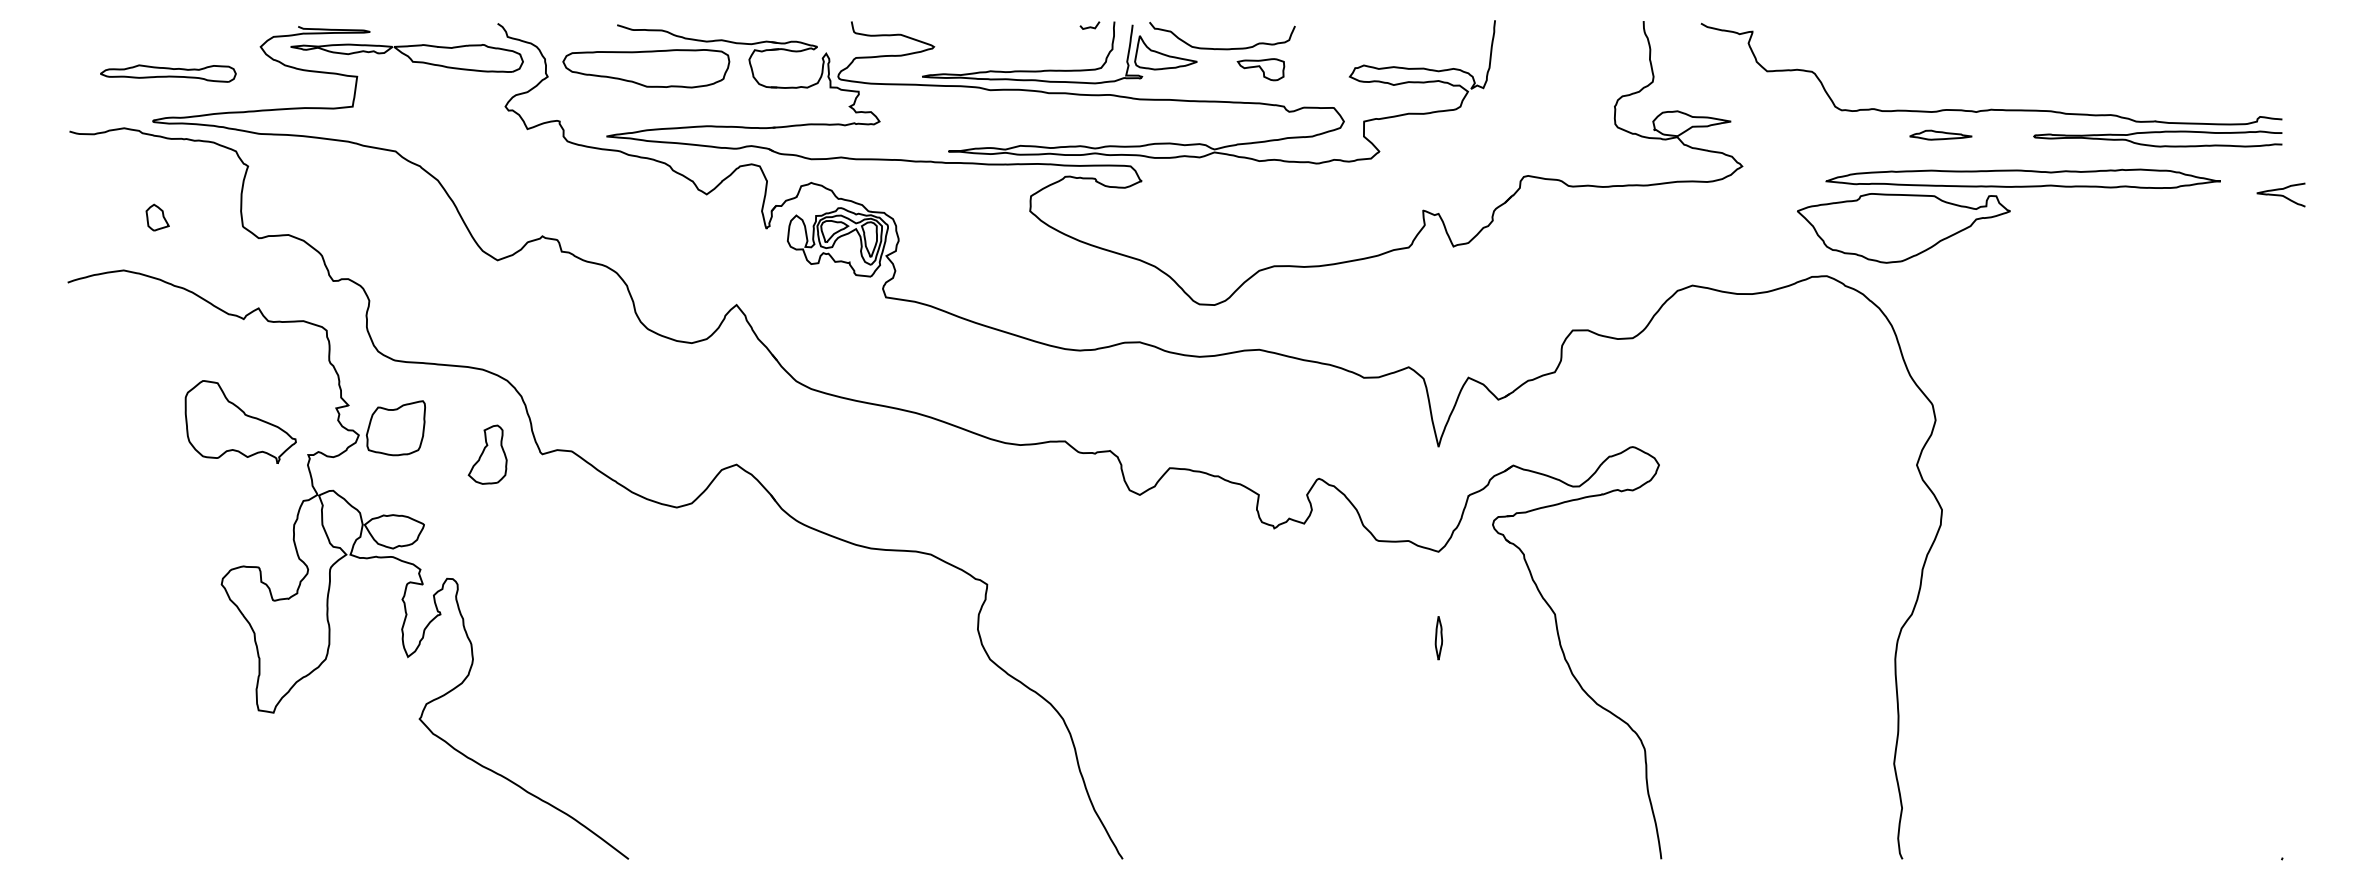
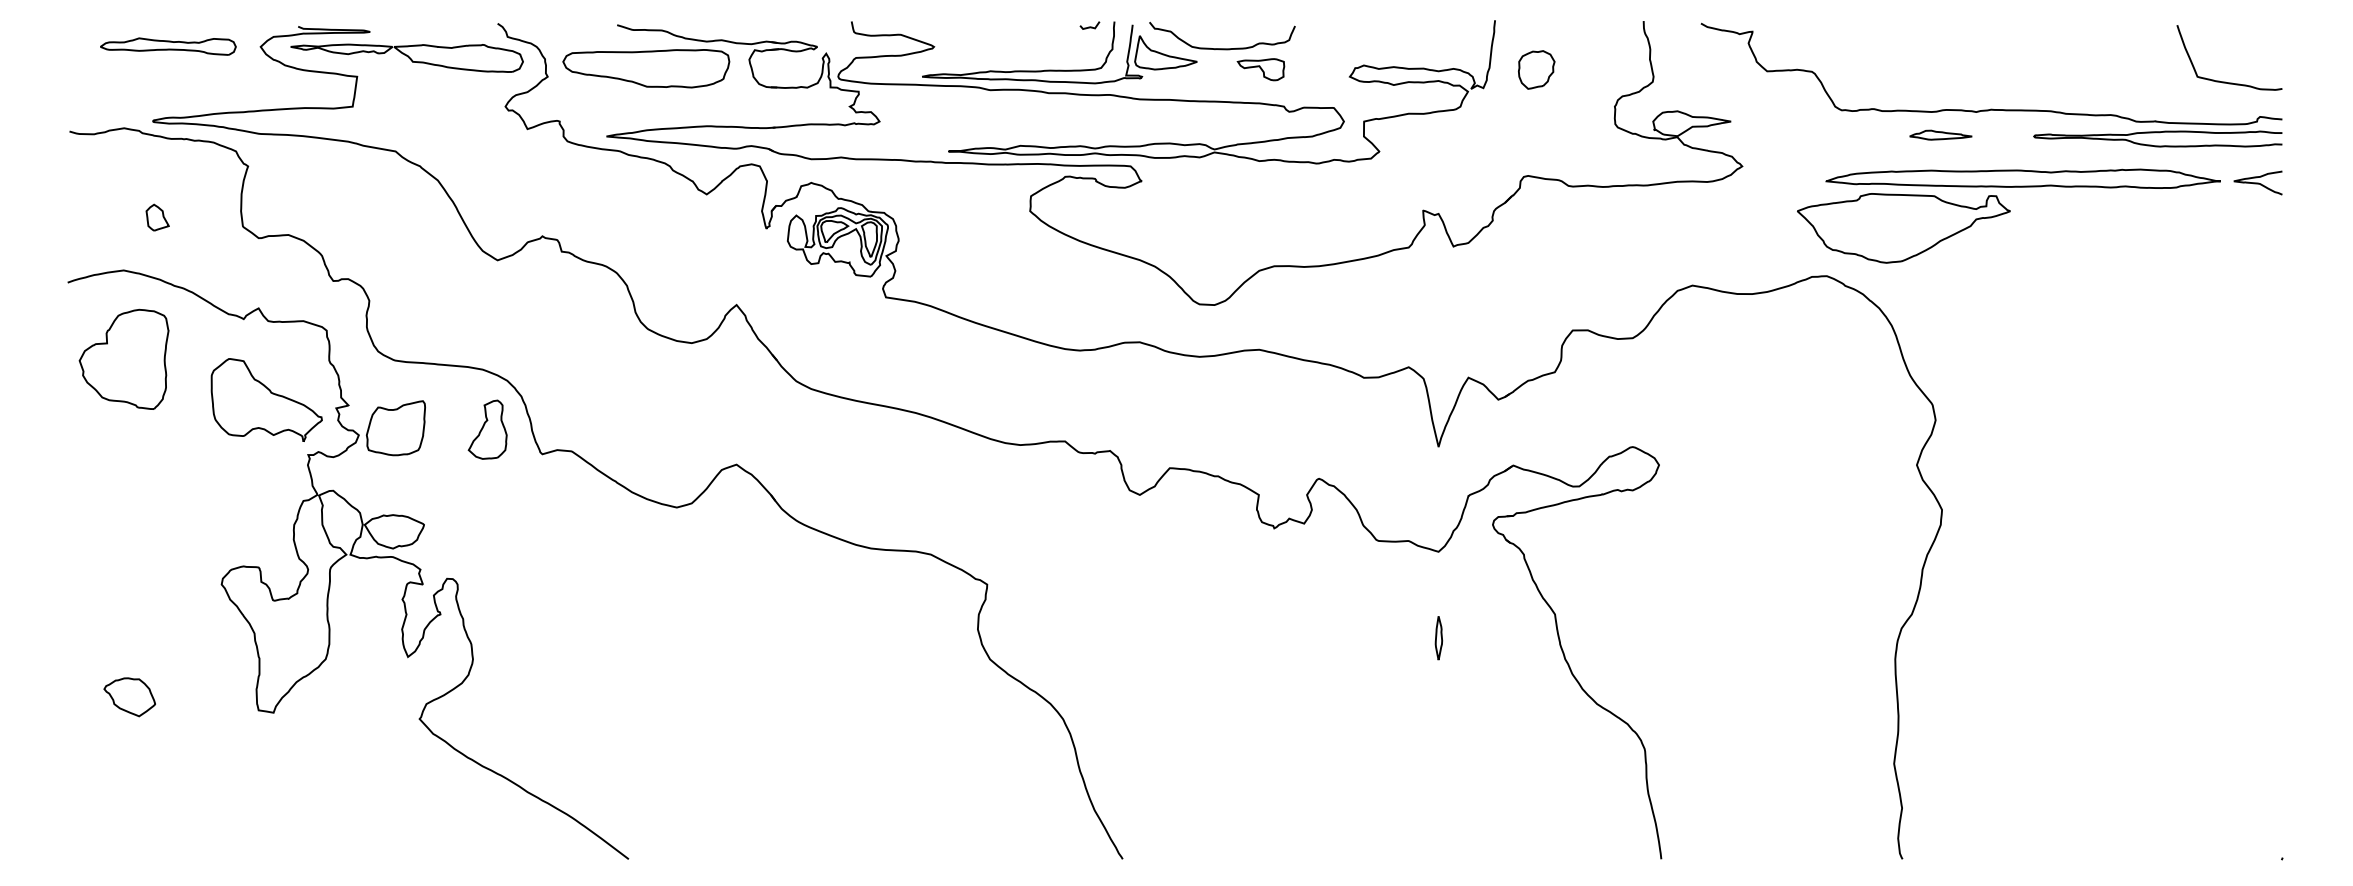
part at (1536, 69): none -> present
part at (168, 73) position: (168, 73) -> (168, 46)
curve at (2225, 81): none -> present
curve at (2280, 194) position: (2280, 194) -> (2257, 182)
part at (123, 358): none -> present
part at (240, 421) position: (240, 421) -> (266, 399)
part at (487, 454) position: (487, 454) -> (487, 429)
part at (129, 697): none -> present
